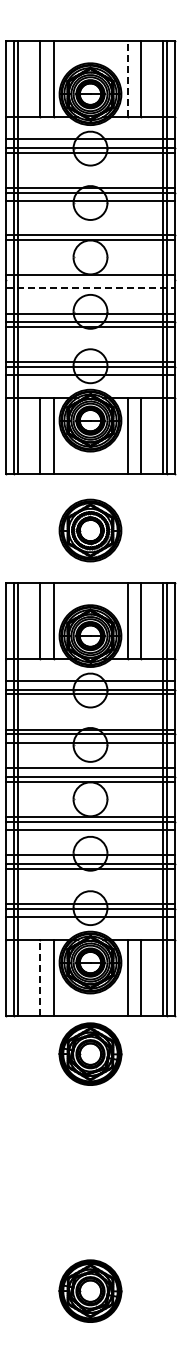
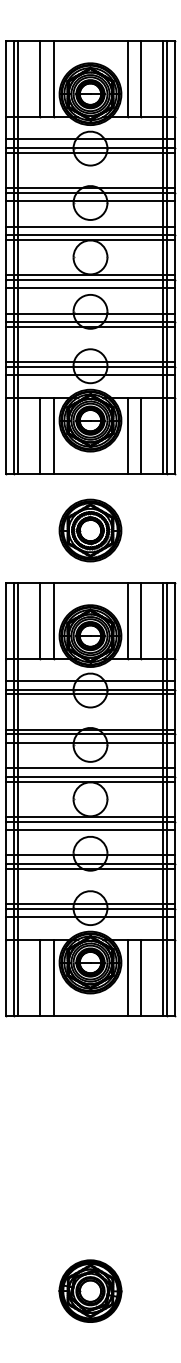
line at (127, 78): dashed -> solid
line at (90, 226): none -> present
line at (90, 279): none -> present
line at (90, 288): dashed -> solid
line at (40, 977): dashed -> solid
part at (90, 1053): present -> none
